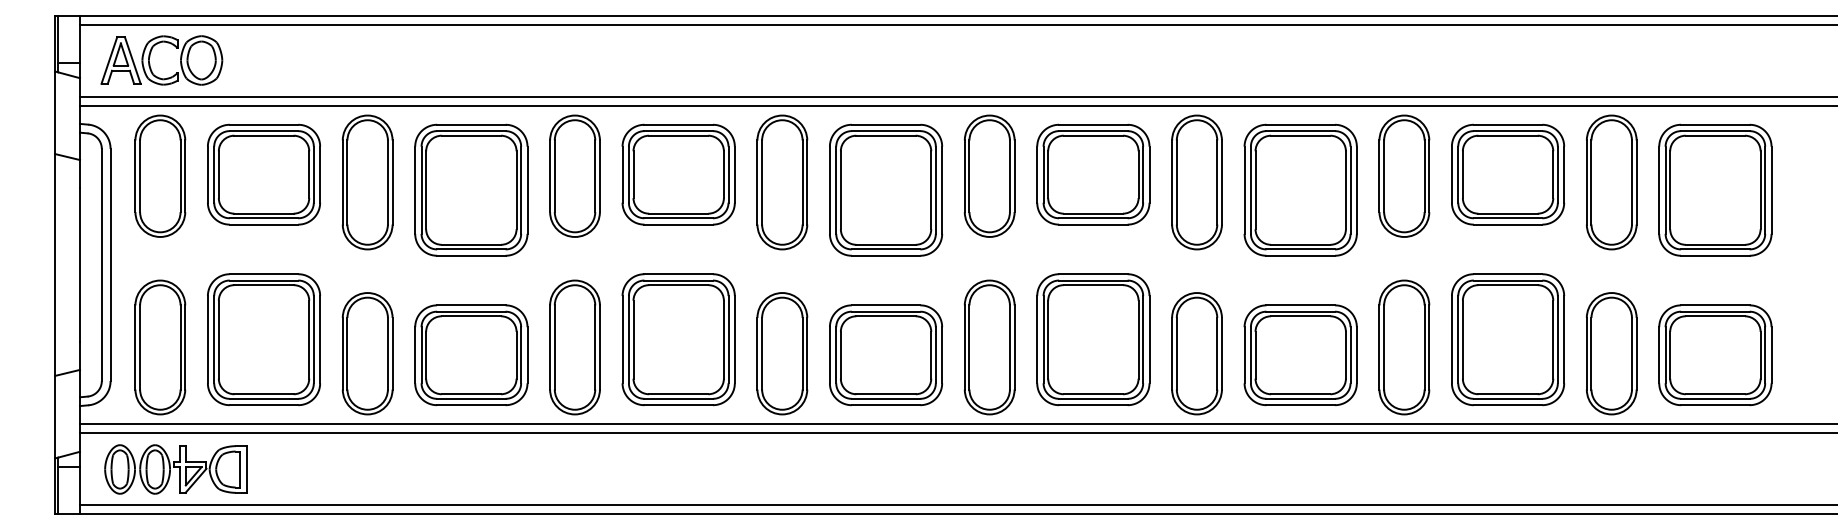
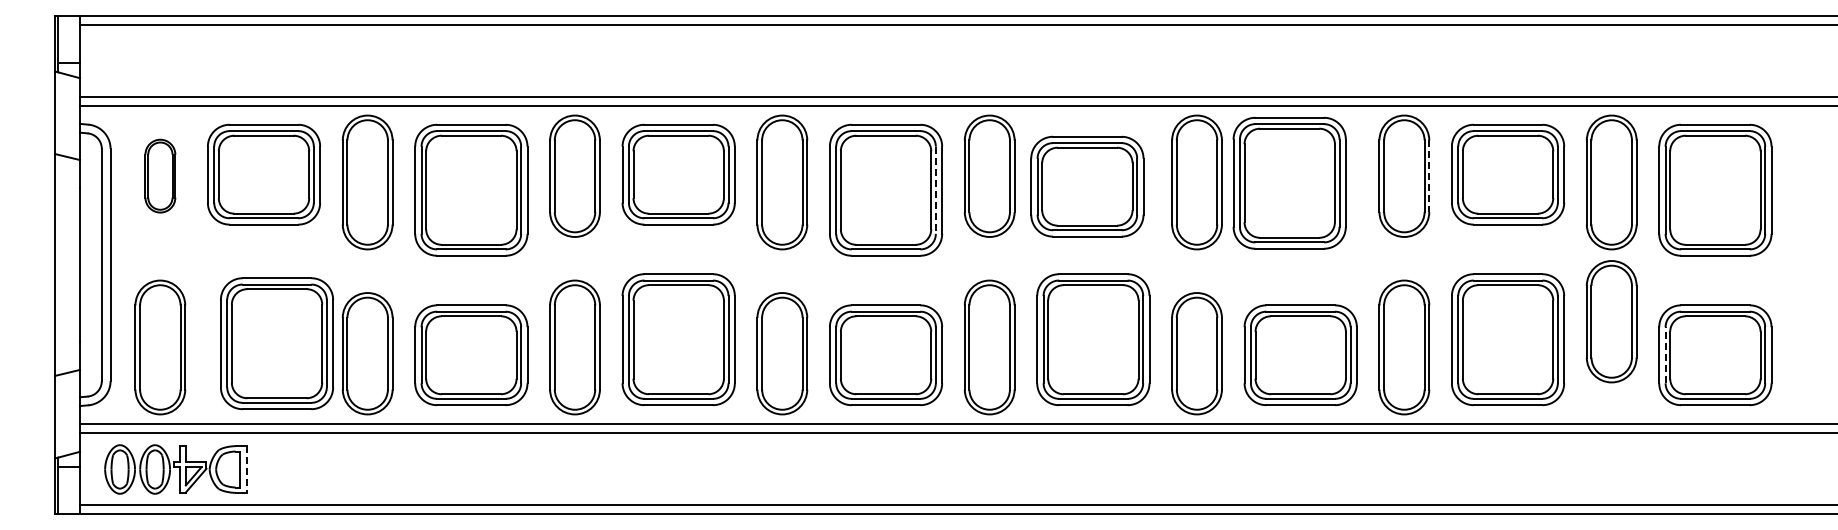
part at (150, 57): present -> none
part at (1093, 174) position: (1093, 174) -> (1087, 186)
part at (160, 175) size: 53x124 px -> 33x76 px
line at (1429, 176): solid -> dashed
part at (1300, 189) position: (1300, 189) -> (1289, 182)
line at (935, 190): solid -> dashed
part at (263, 339) position: (263, 339) -> (276, 343)
part at (1611, 353) position: (1611, 353) -> (1611, 321)
line at (1665, 354): solid -> dashed
line at (246, 470): solid -> dashed
